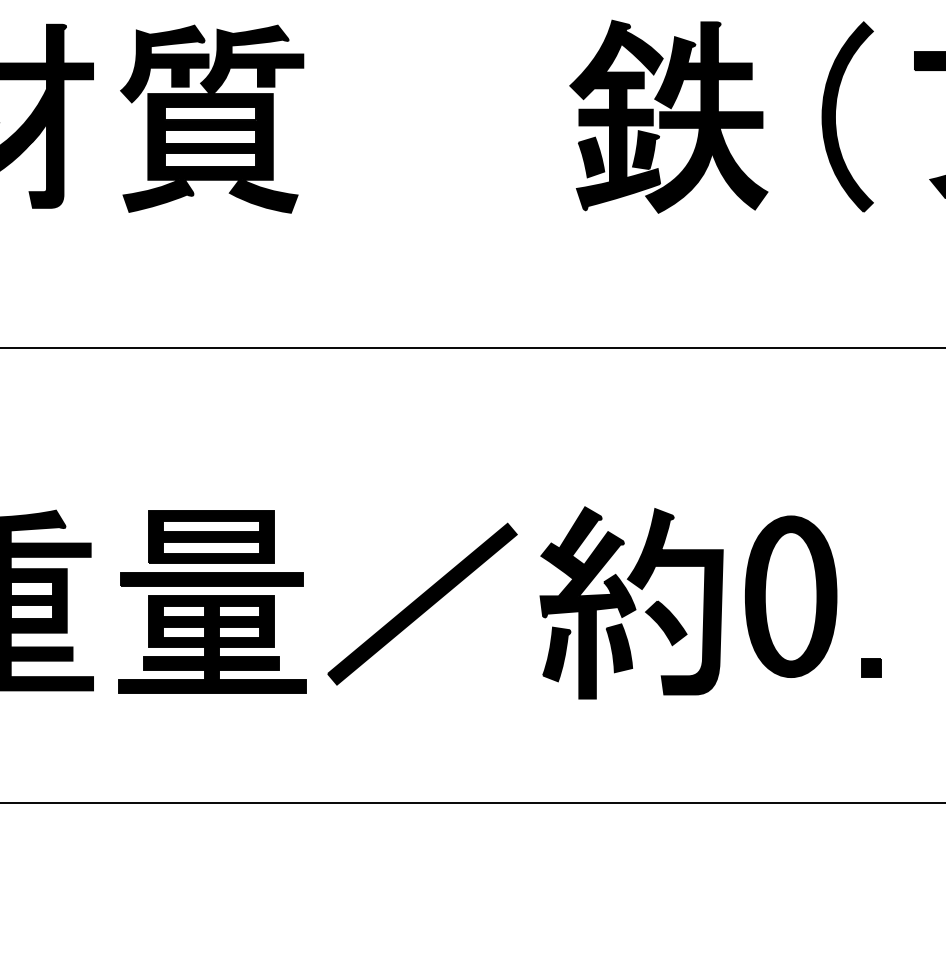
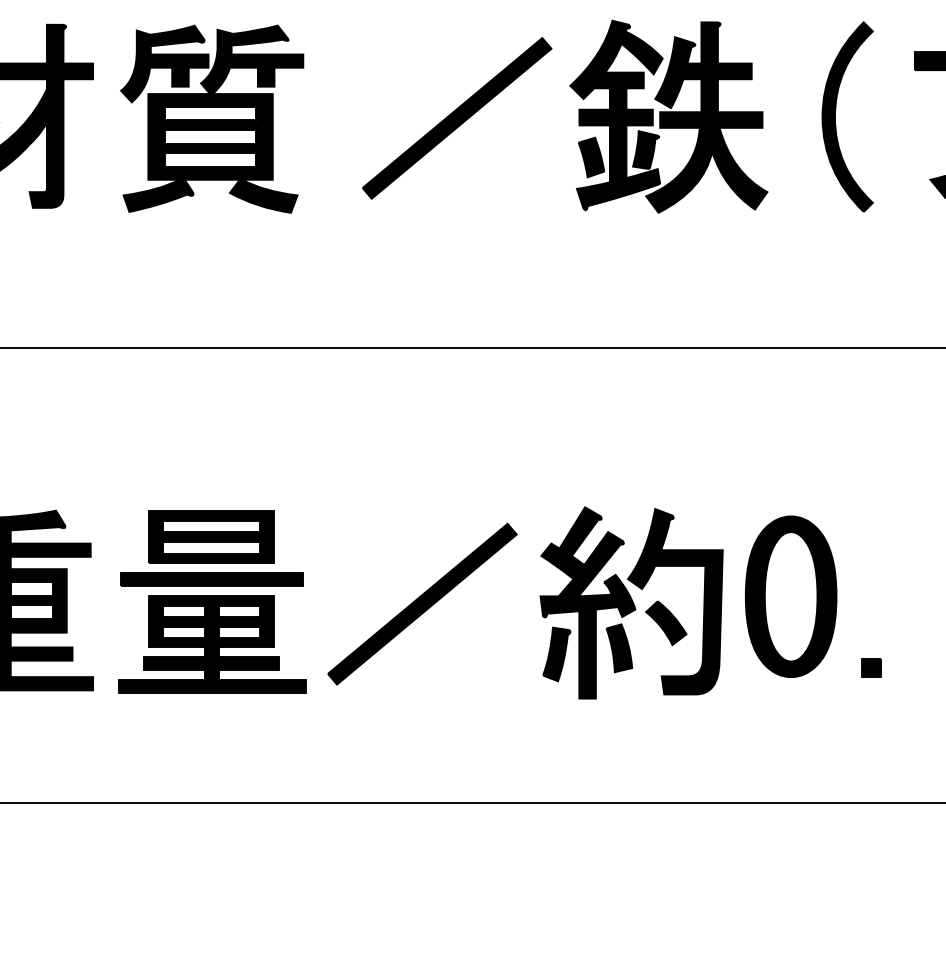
part at (457, 118): none -> present
